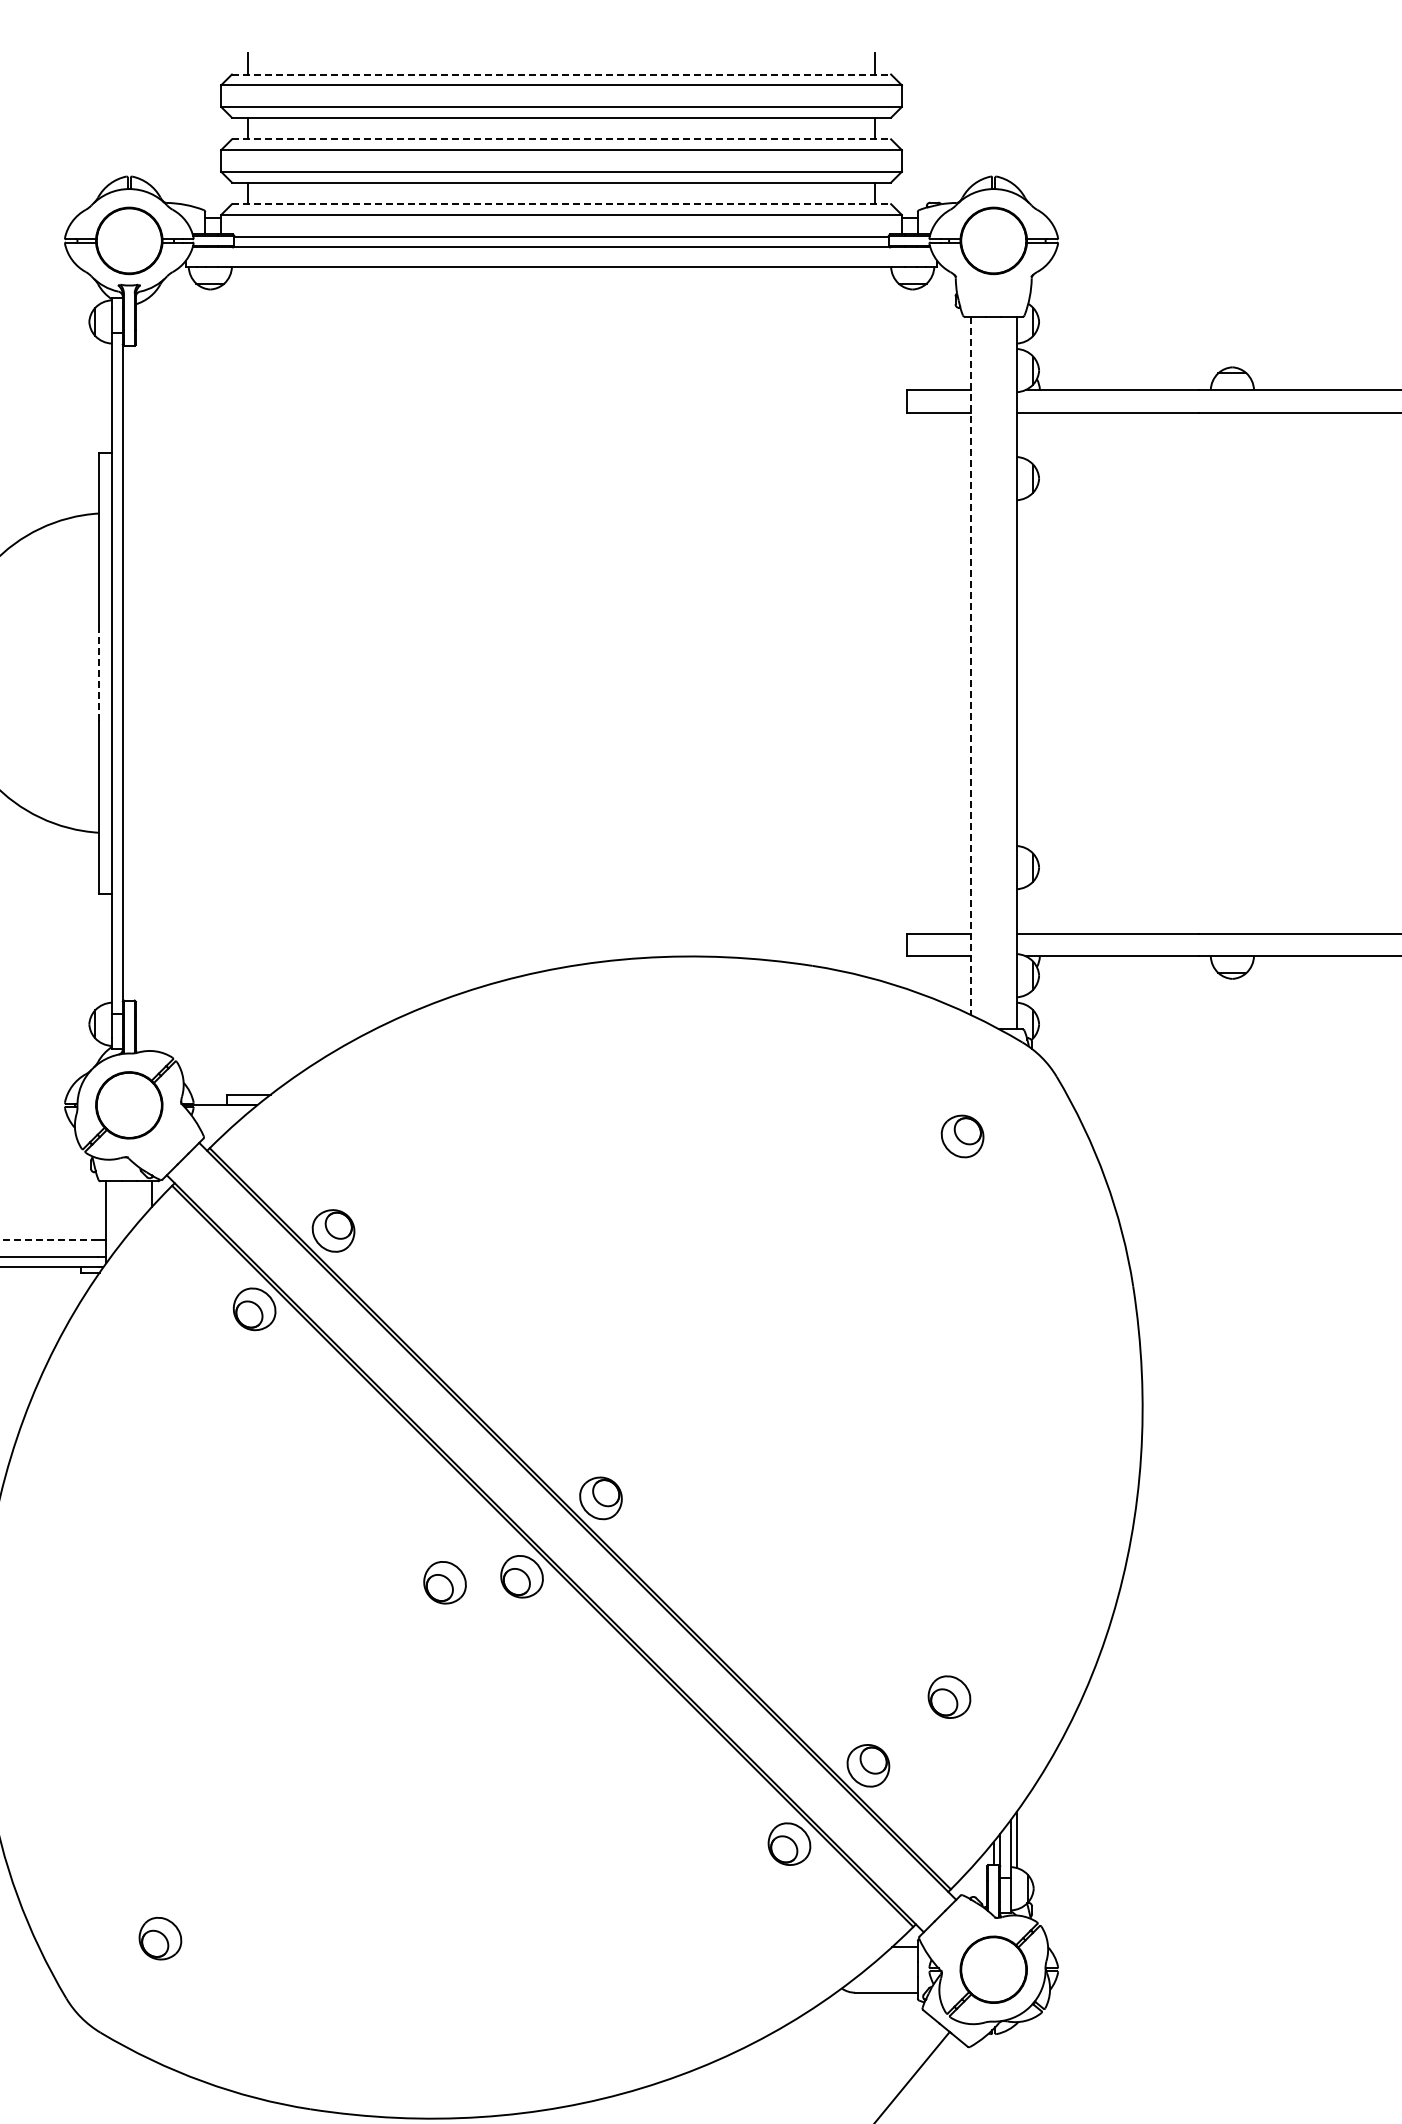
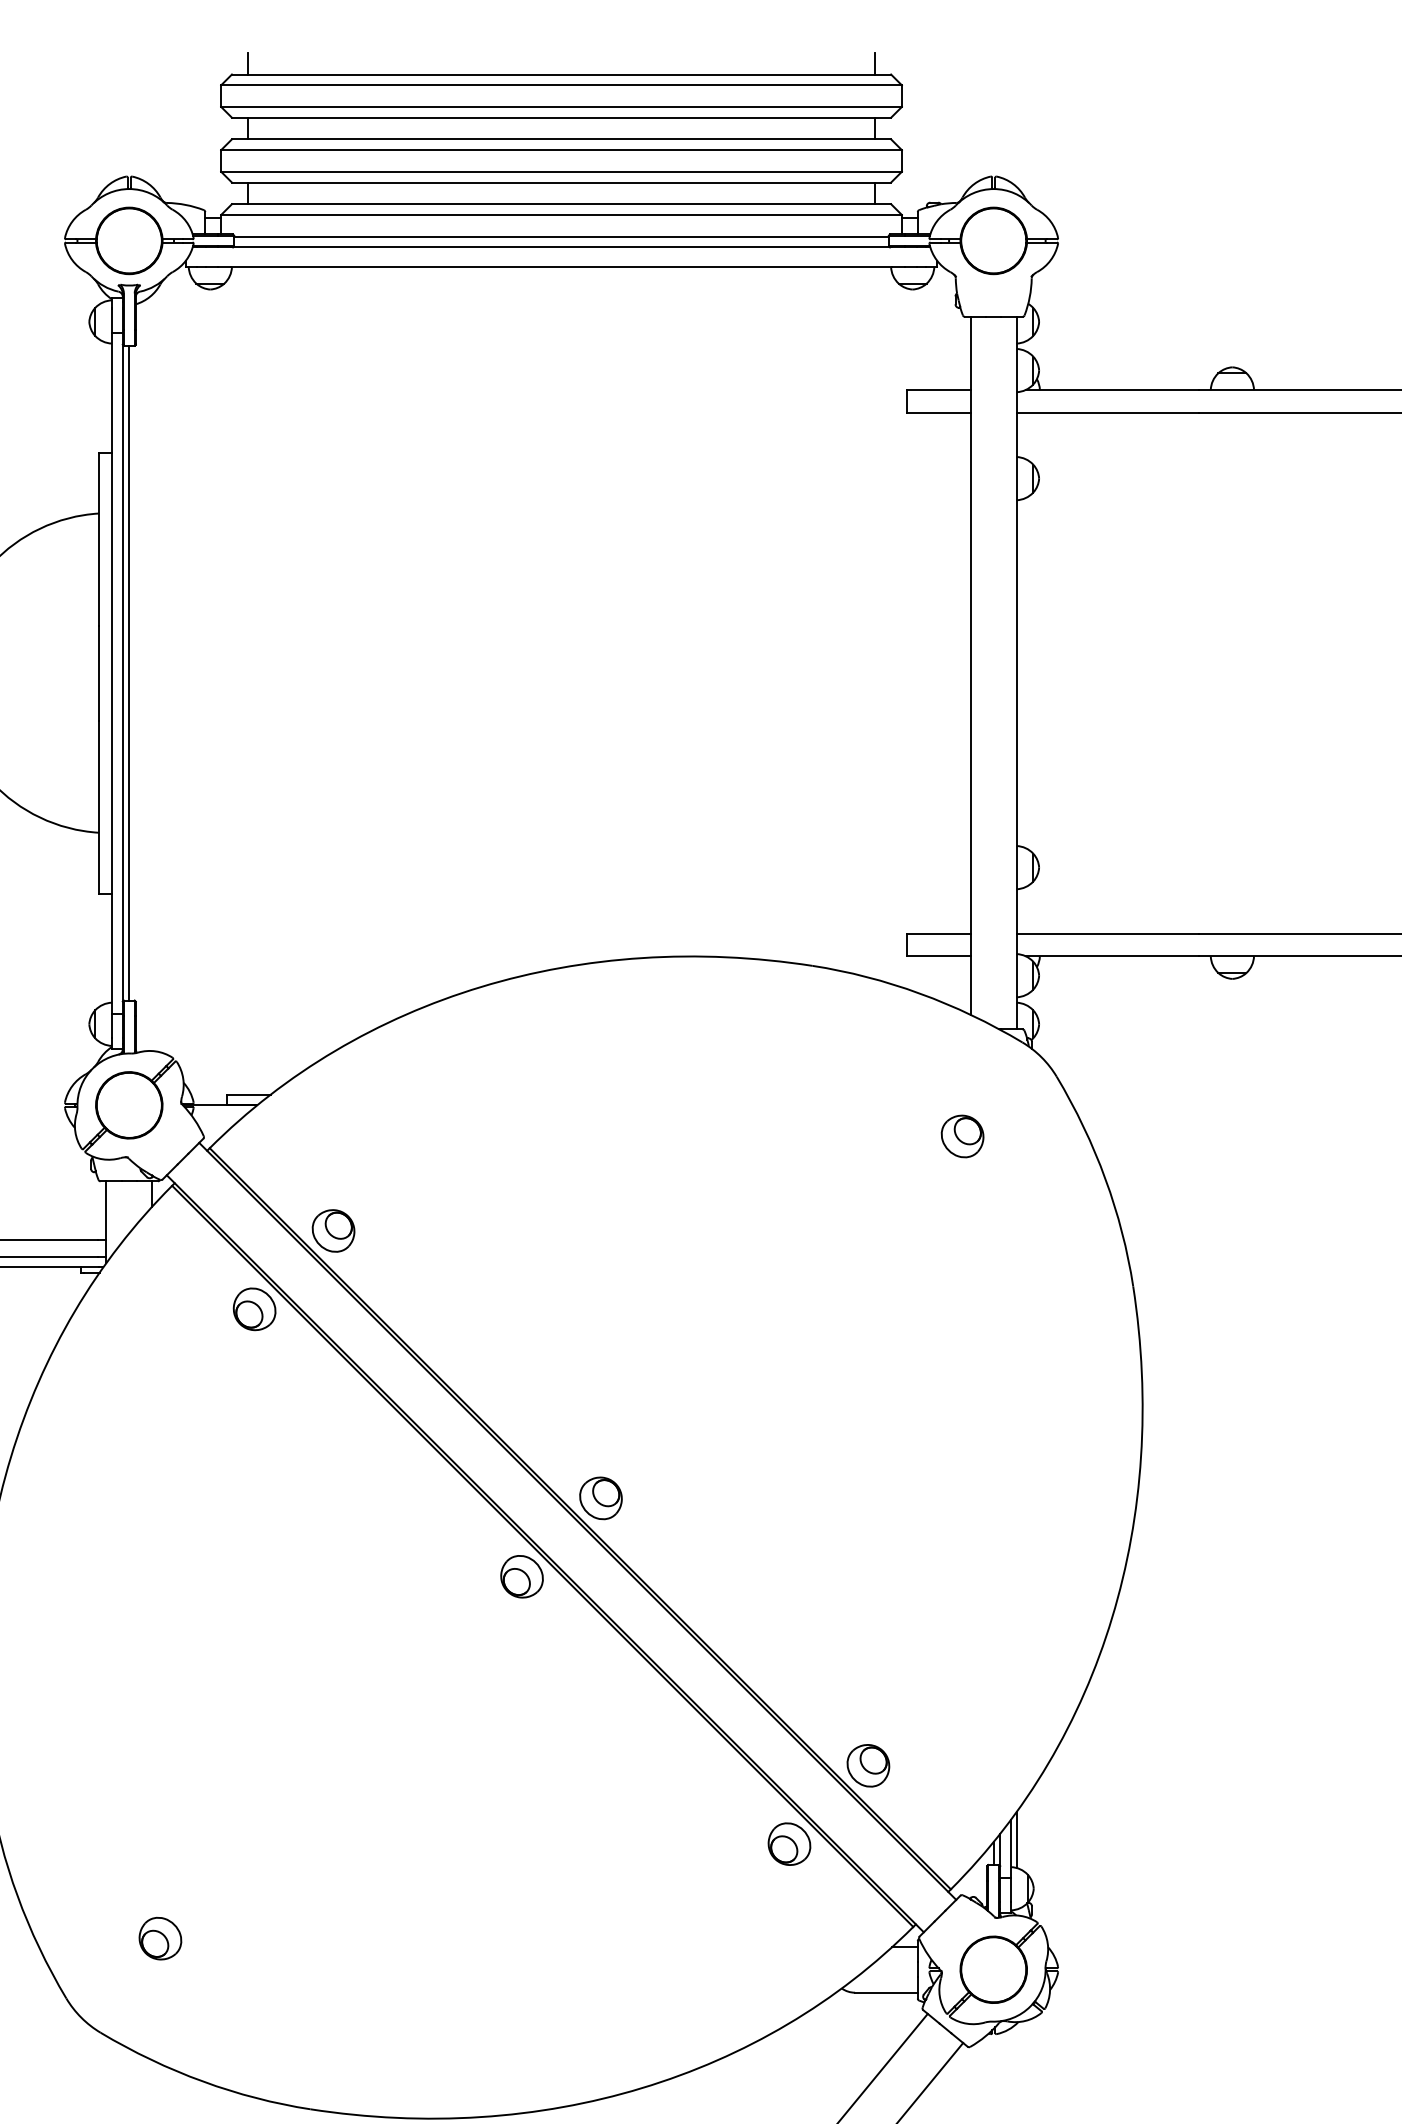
line at (561, 74): dashed -> solid
line at (561, 139): dashed -> solid
line at (561, 204): dashed -> solid
line at (970, 666): dashed -> solid
line at (129, 672): none -> present
line at (99, 673): dashed -> solid
line at (48, 1240): dashed -> solid
part at (444, 1582): present -> none
part at (949, 1696): present -> none
line at (912, 2075) position: (912, 2075) -> (883, 2066)
line at (931, 2081): none -> present
